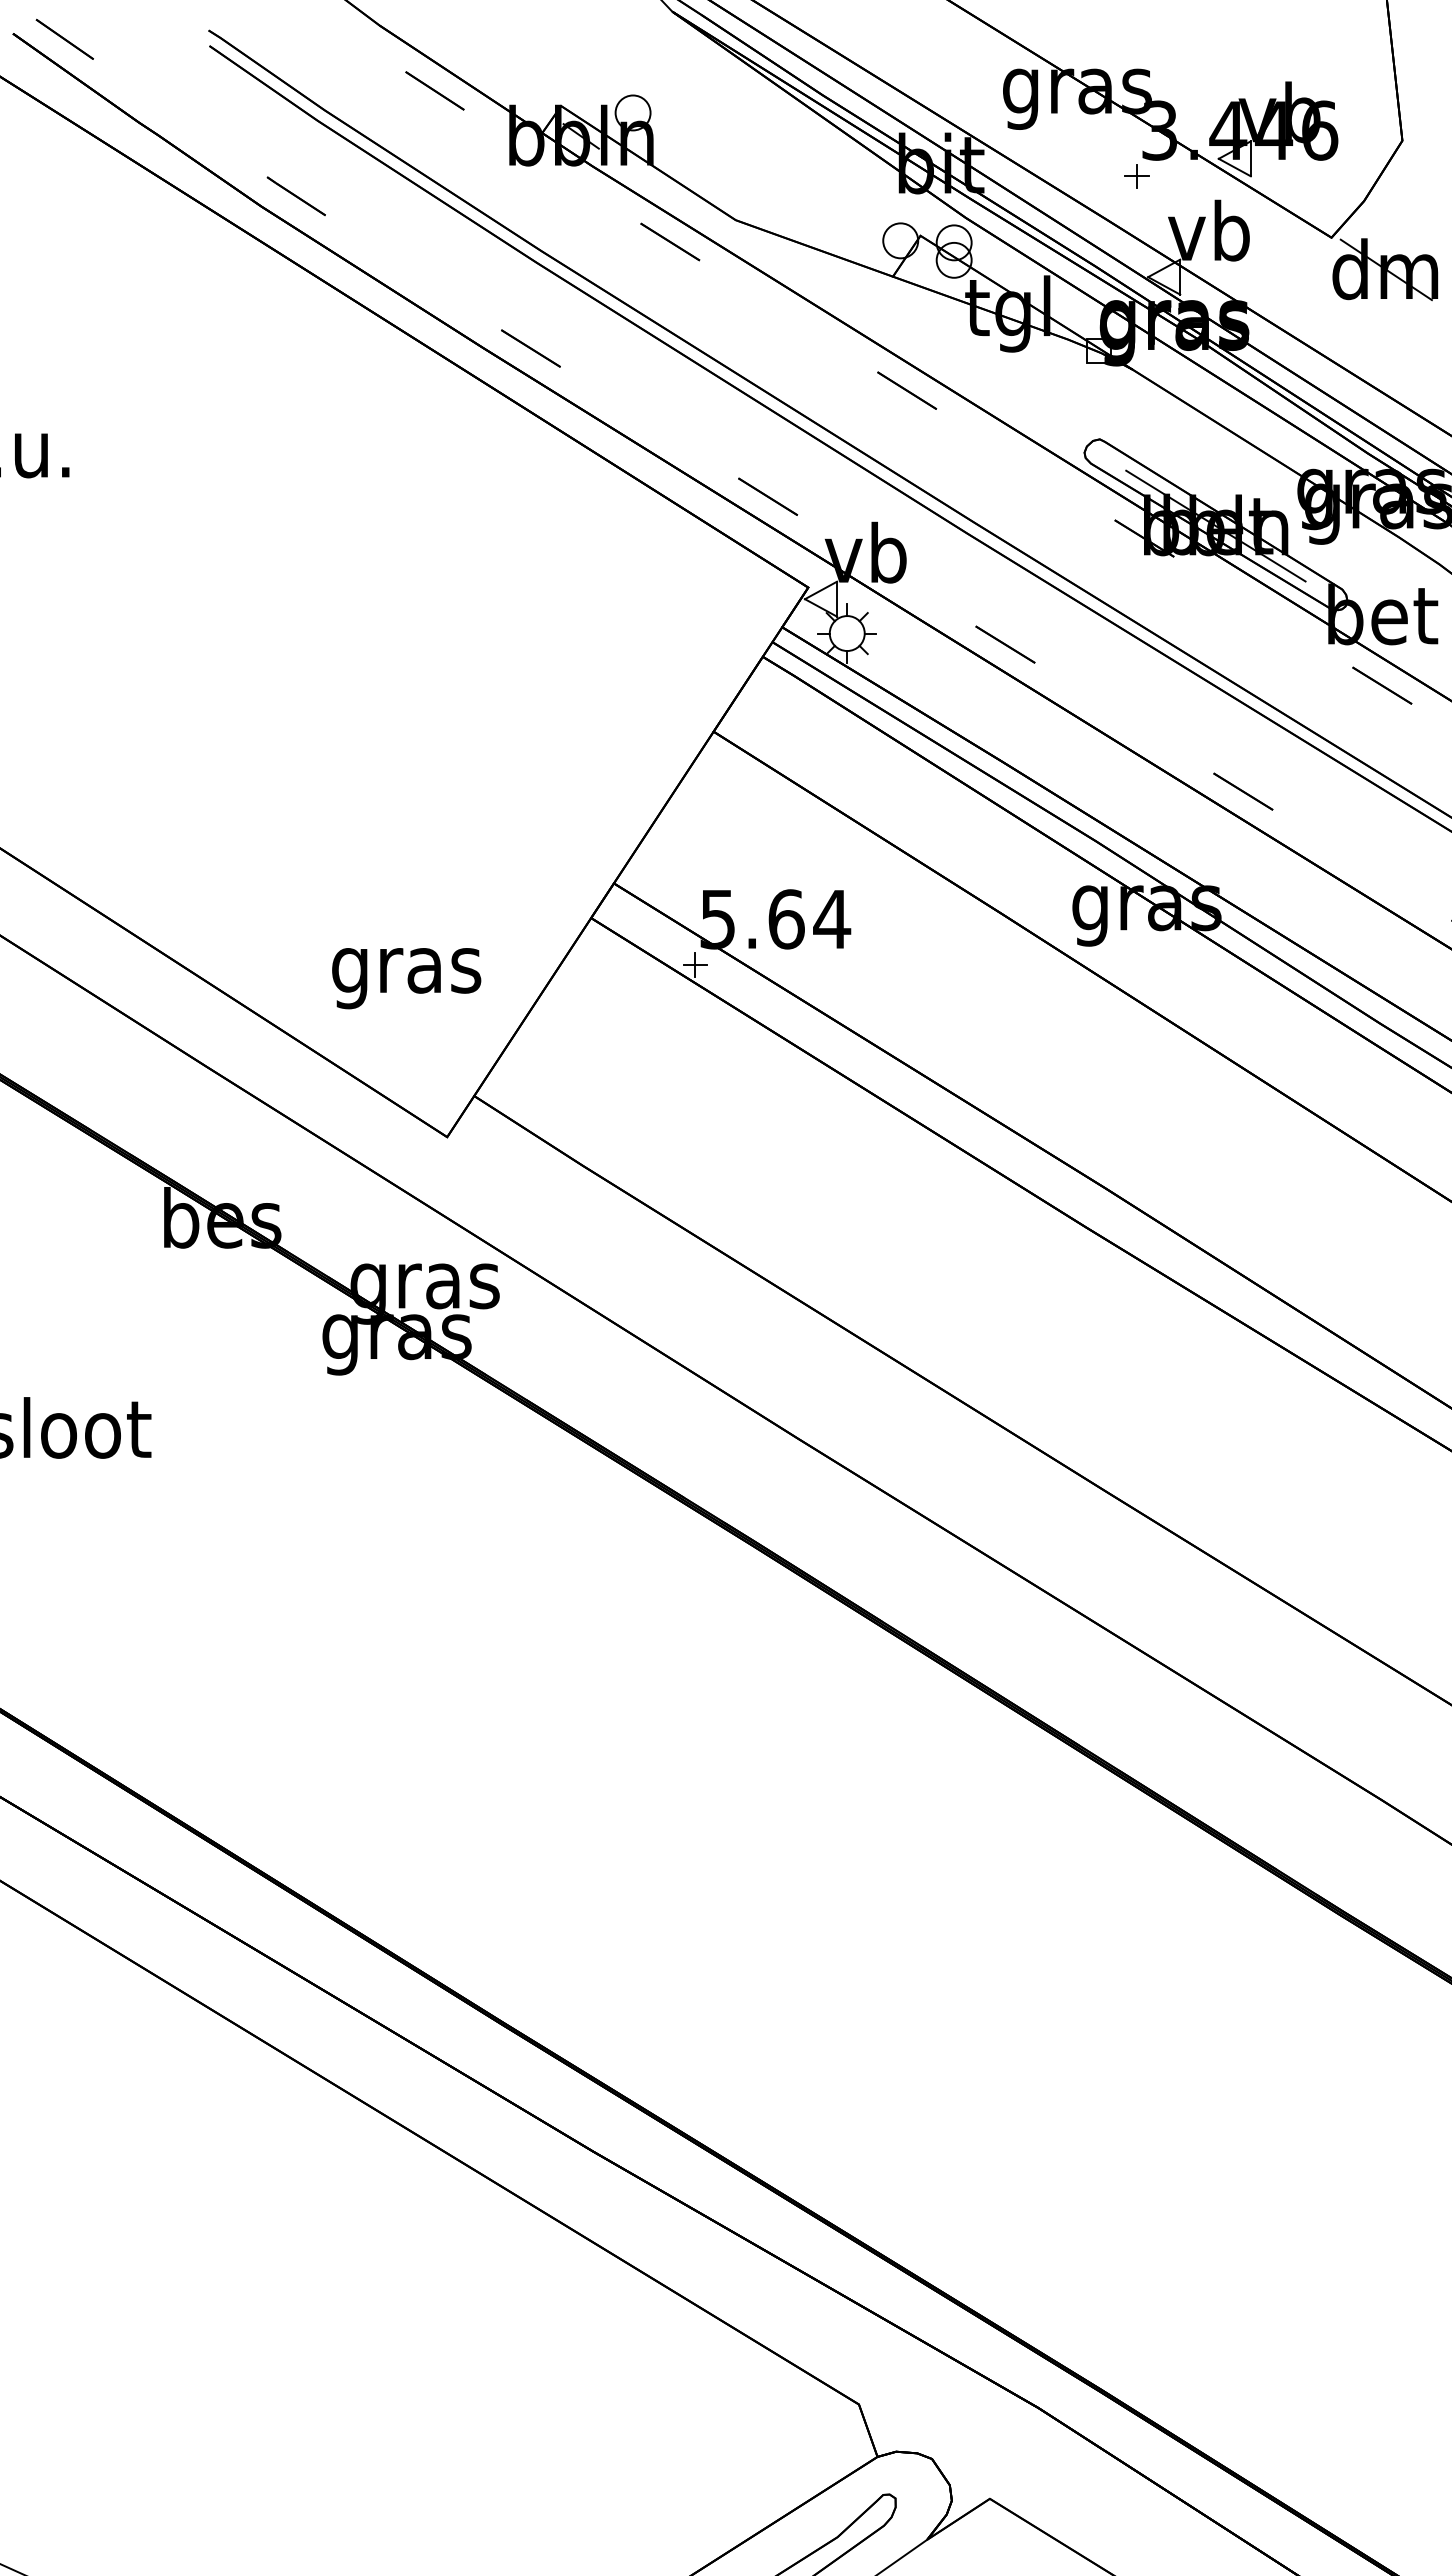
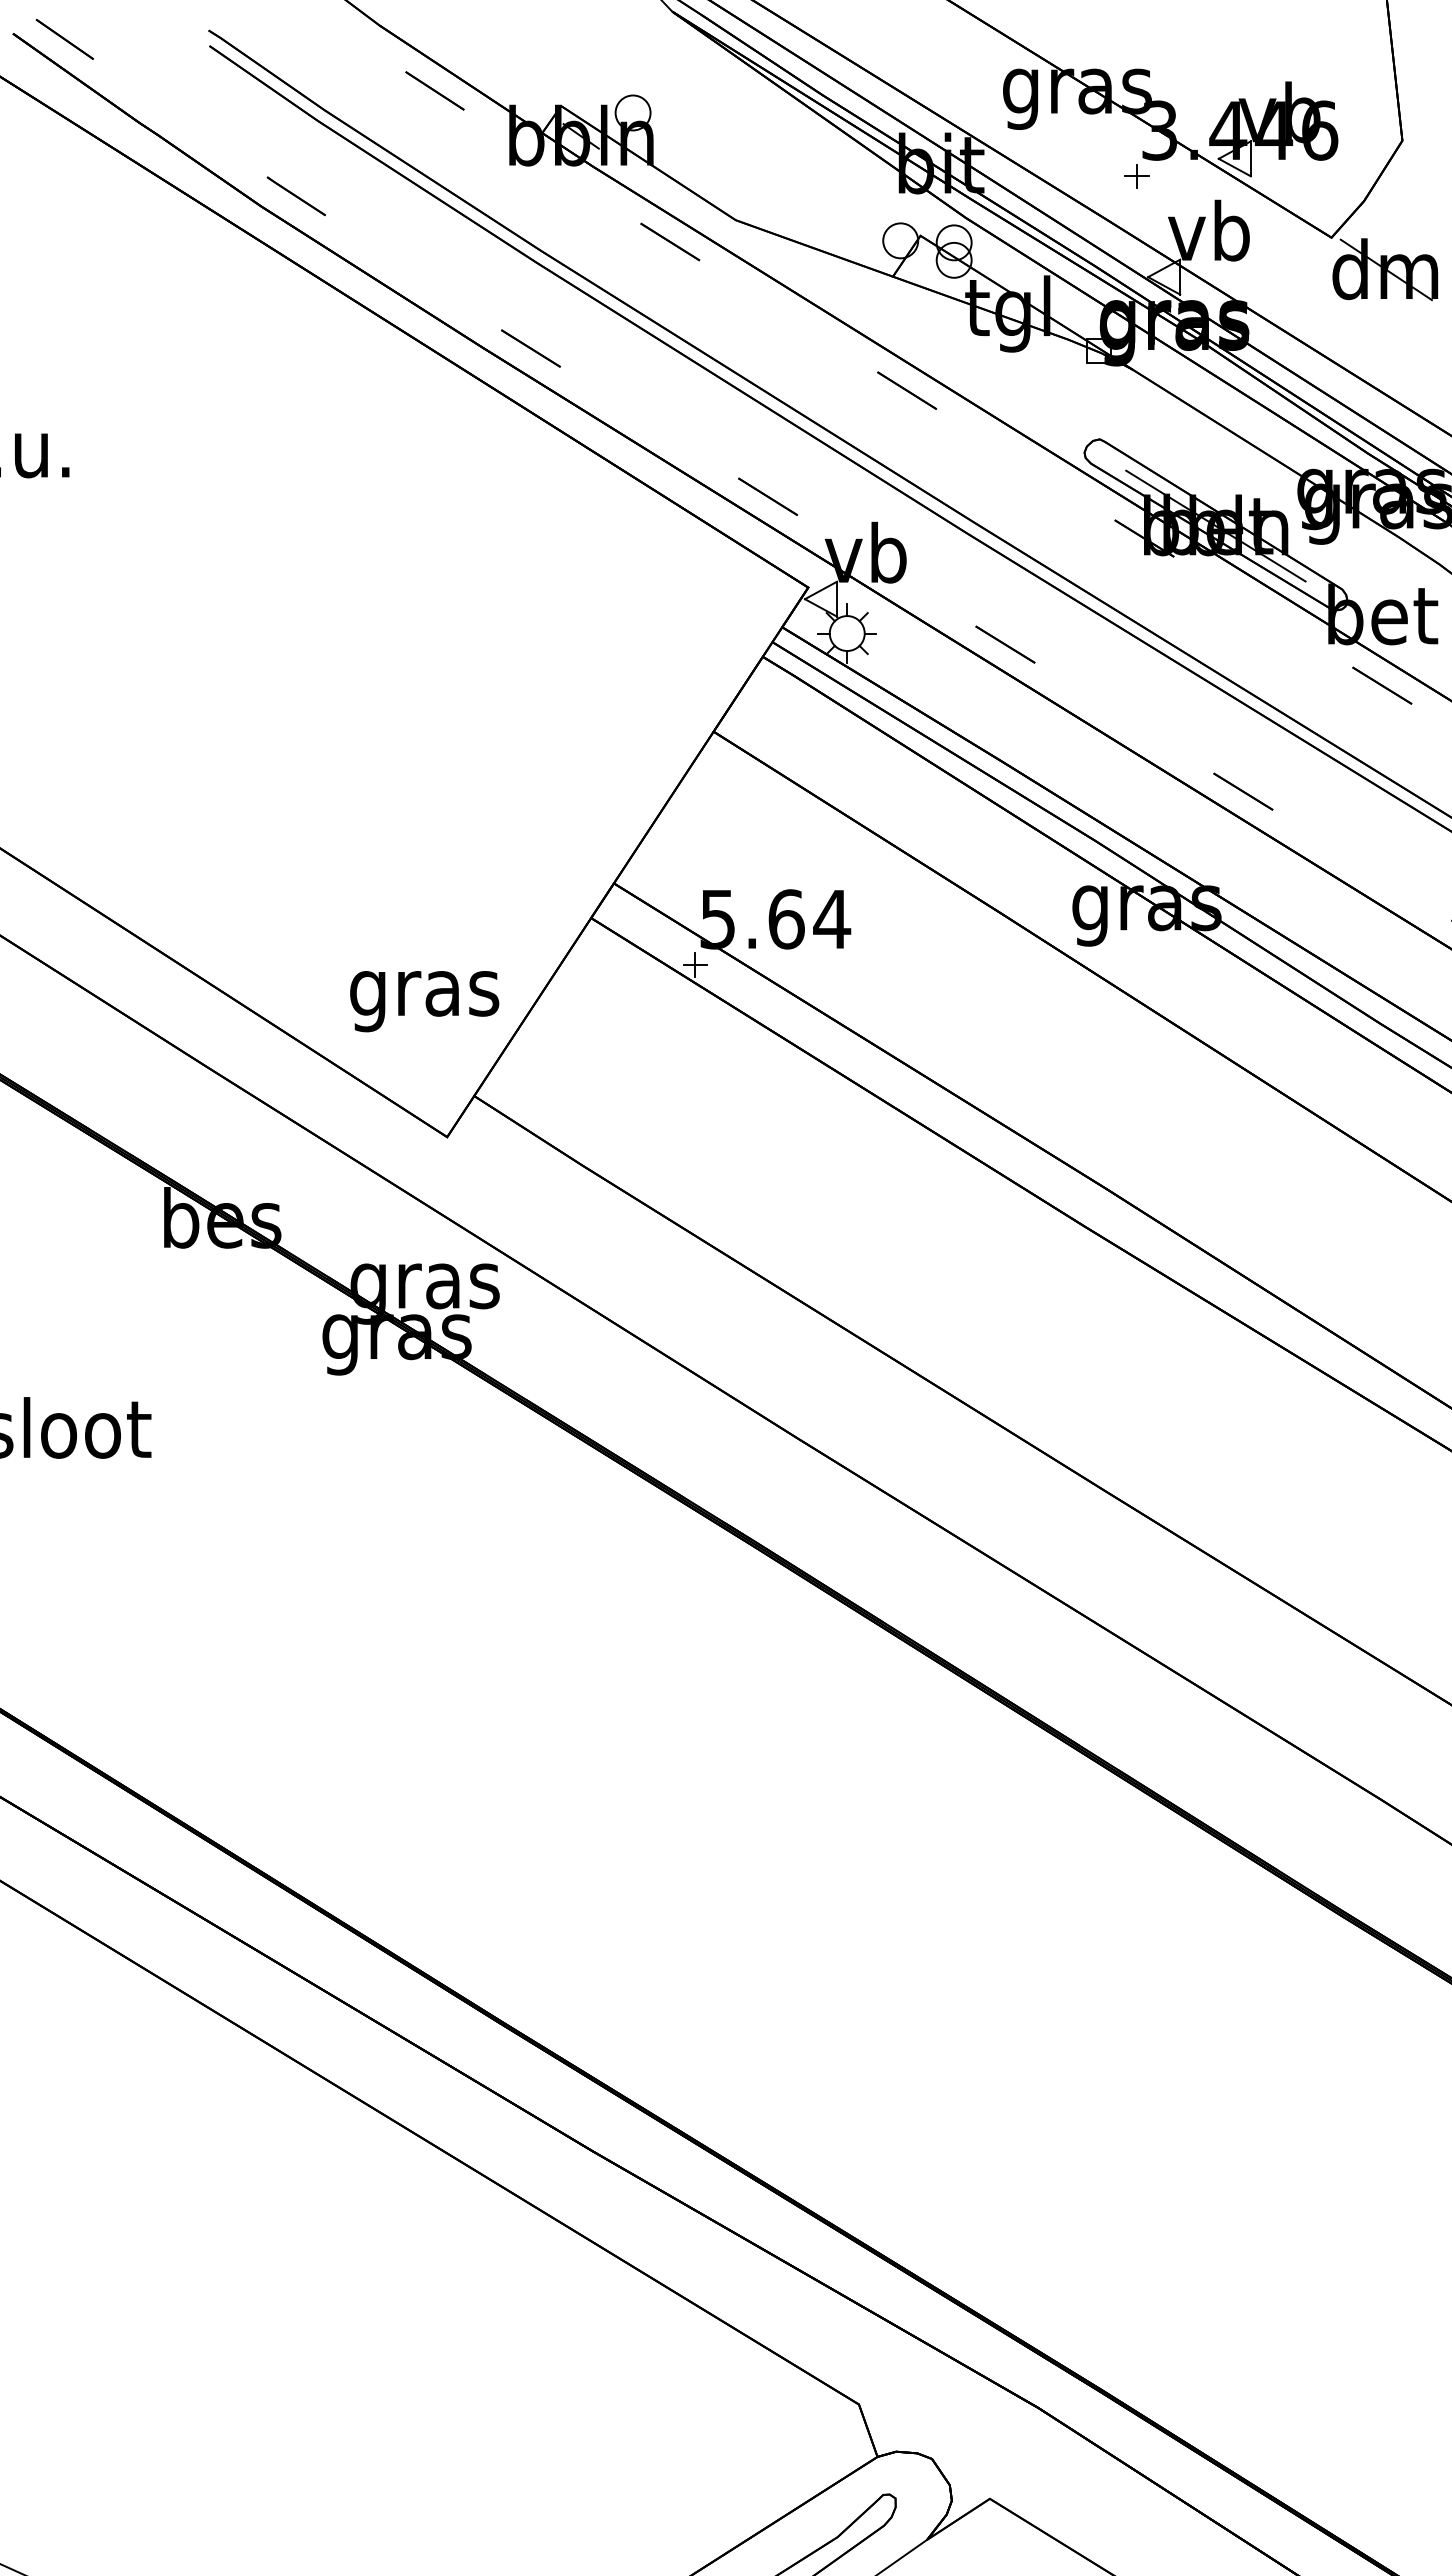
text at (406, 978) position: (406, 978) -> (424, 1001)
